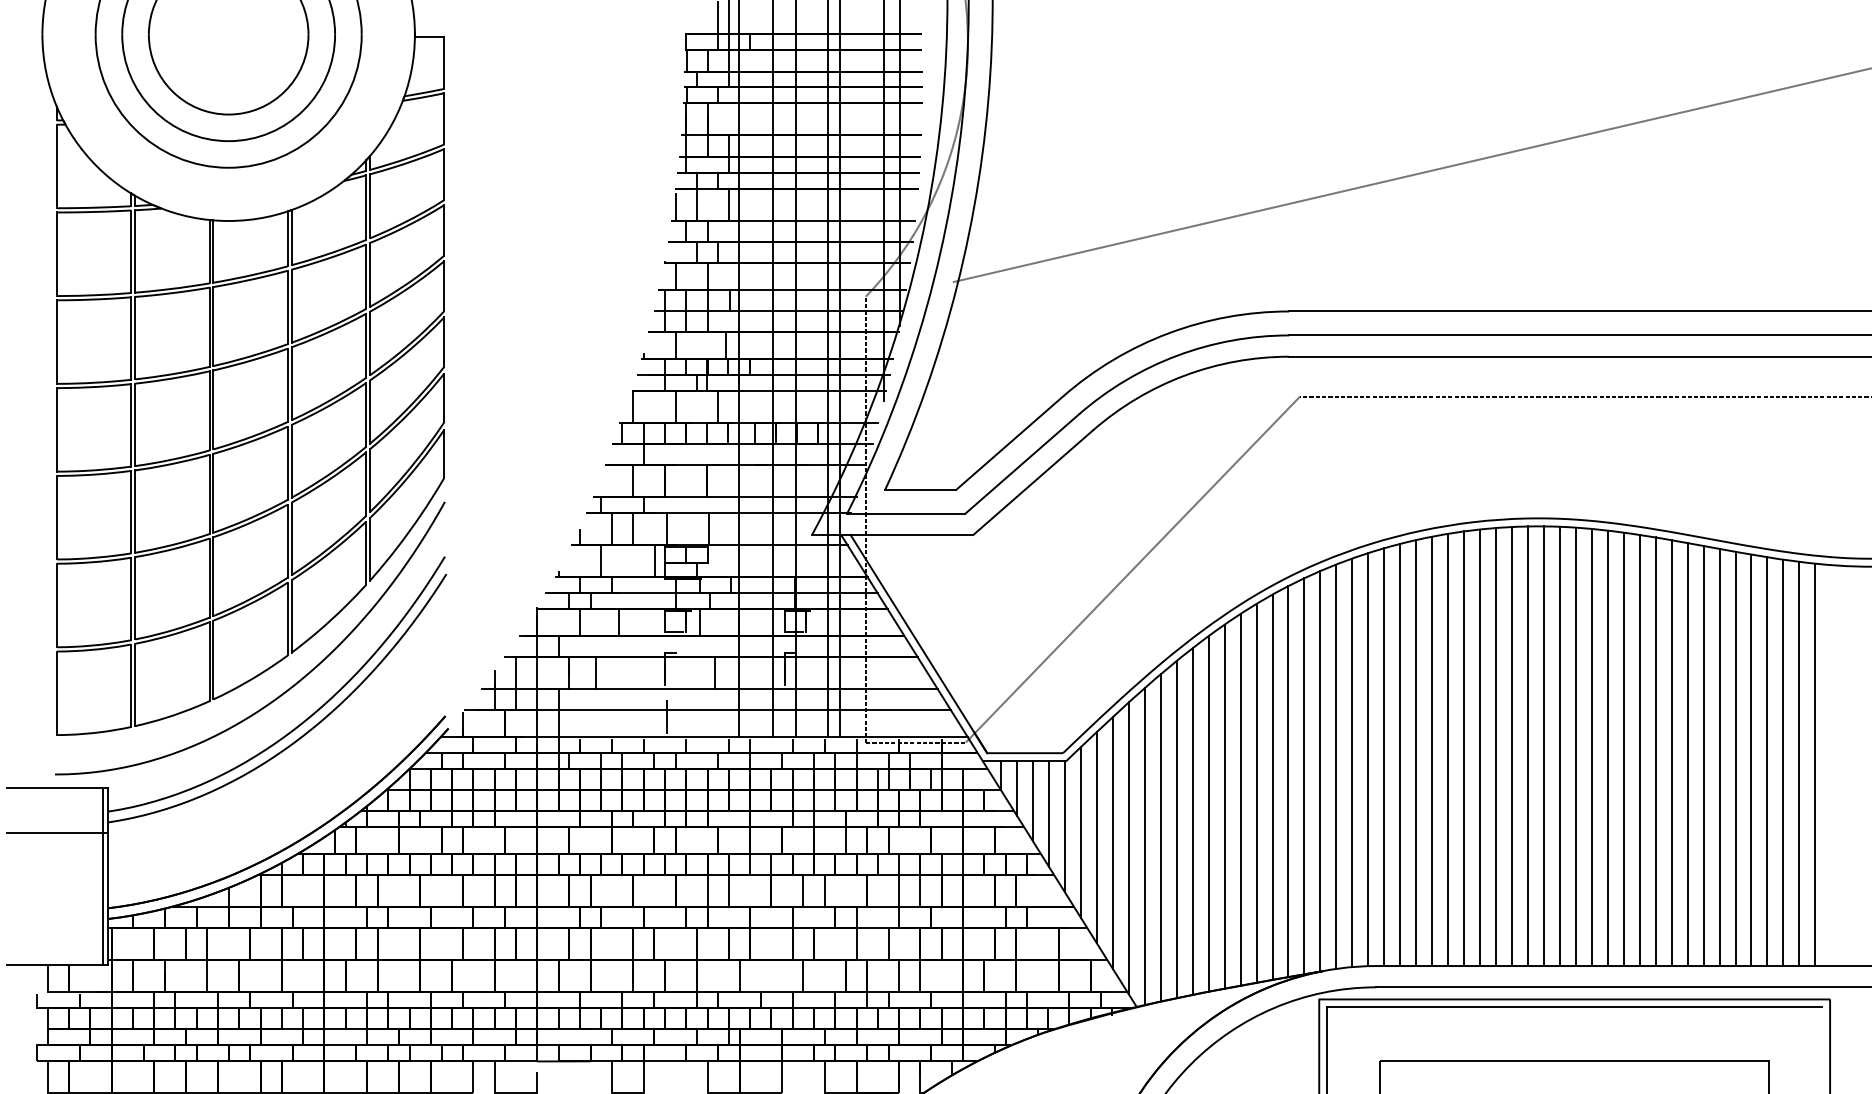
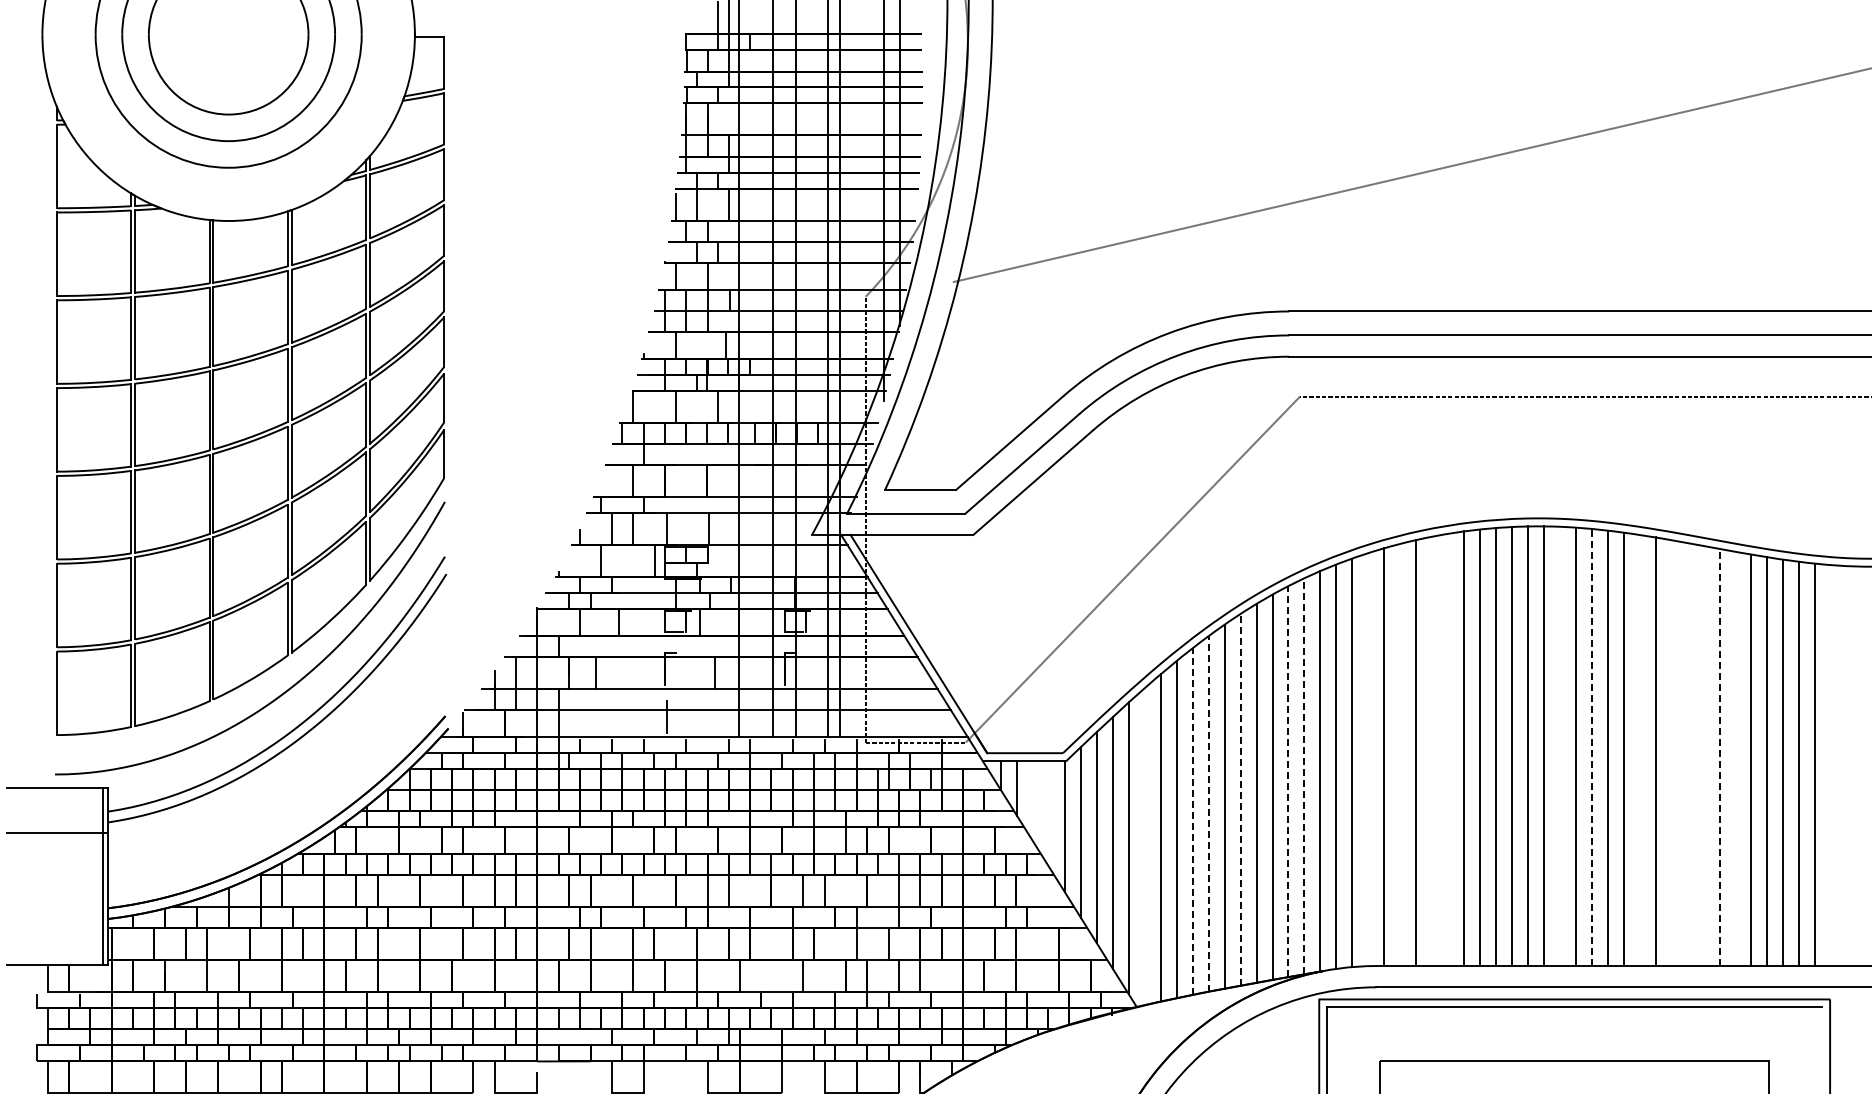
line at (1559, 746): present -> none
line at (1591, 747): solid -> dashed
line at (1448, 749): present -> none
line at (1639, 750): present -> none
line at (1432, 751): present -> none
line at (1671, 753): present -> none
line at (1400, 754): present -> none
line at (1687, 754): present -> none
line at (1703, 755): present -> none
line at (1719, 757): solid -> dashed
line at (1735, 758): present -> none
line at (1368, 759): present -> none
line at (1304, 775): solid -> dashed
line at (1288, 781): solid -> dashed
line at (1240, 799): solid -> dashed
line at (1033, 801): present -> none
line at (1049, 813): present -> none
line at (1208, 813): solid -> dashed
line at (1192, 820): solid -> dashed
line at (1144, 846): present -> none
